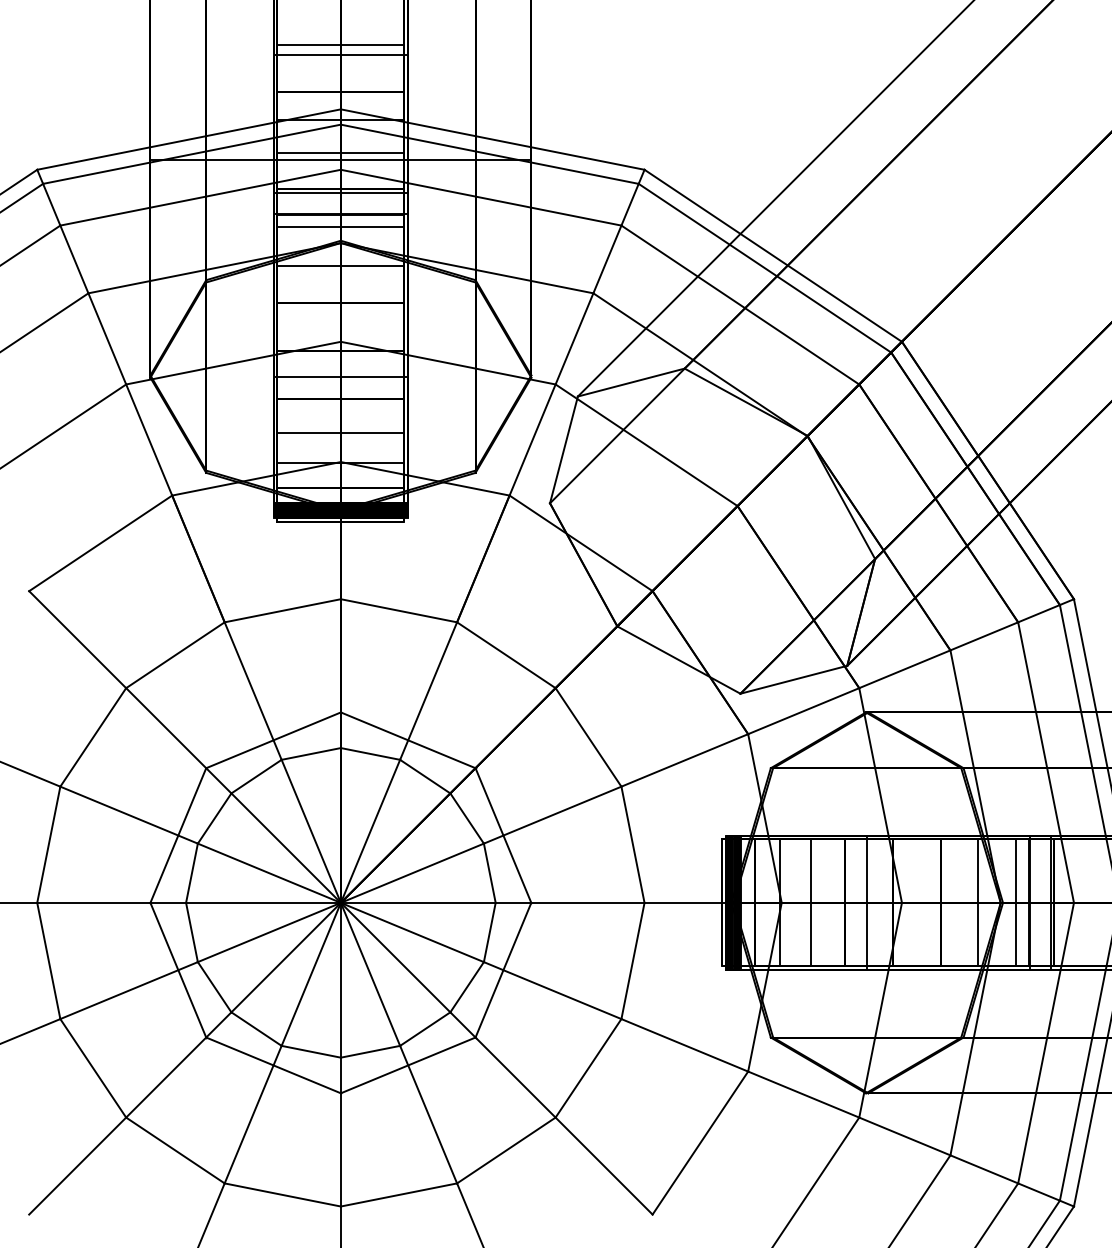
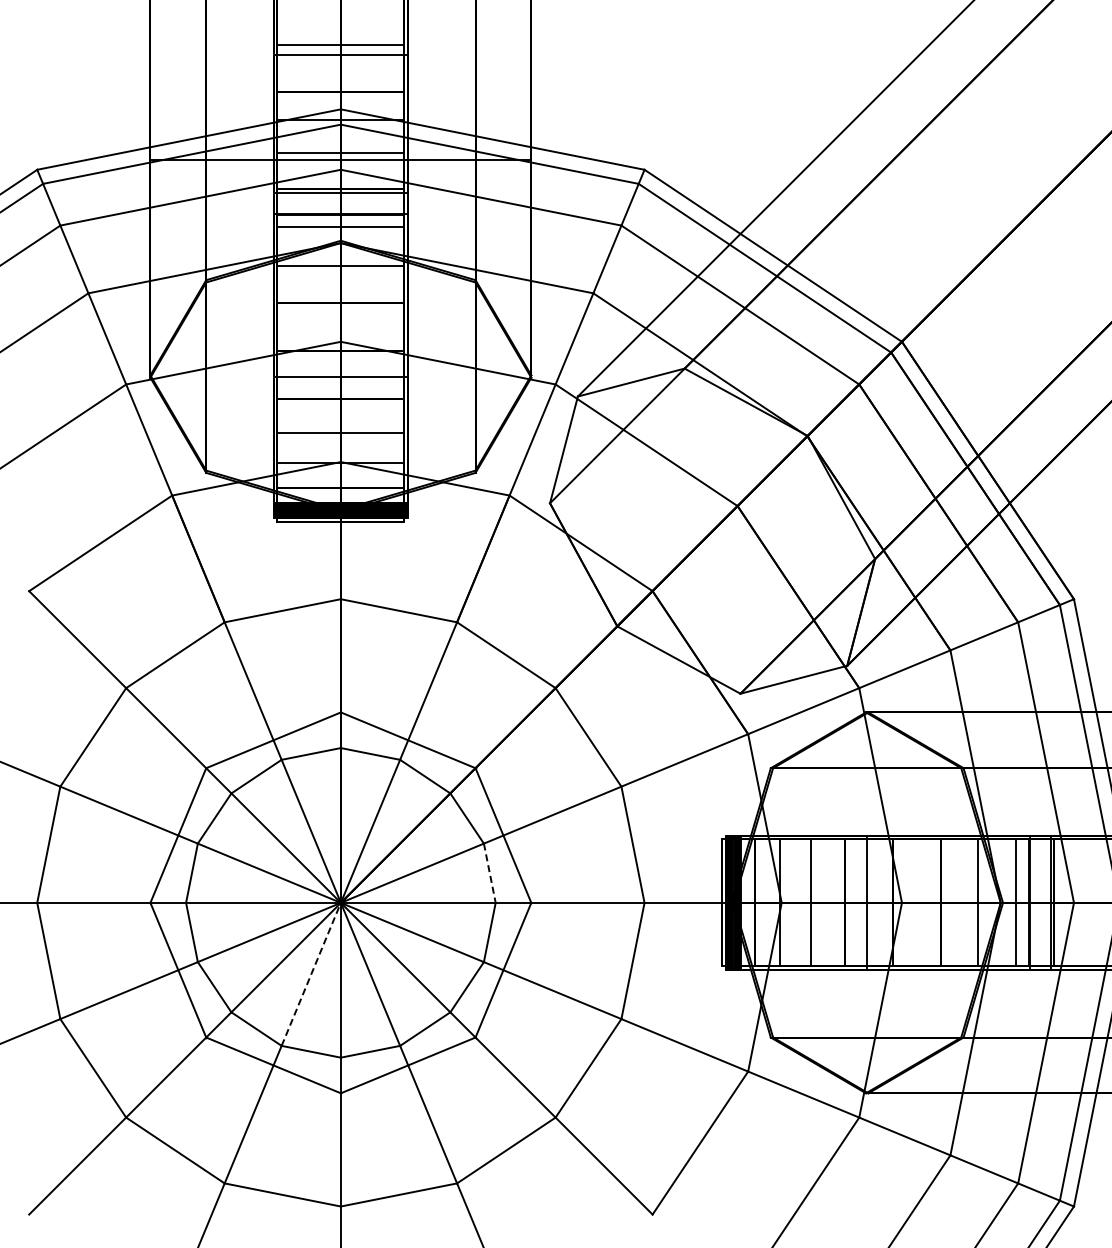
line at (489, 873): solid -> dashed
line at (311, 973): solid -> dashed
